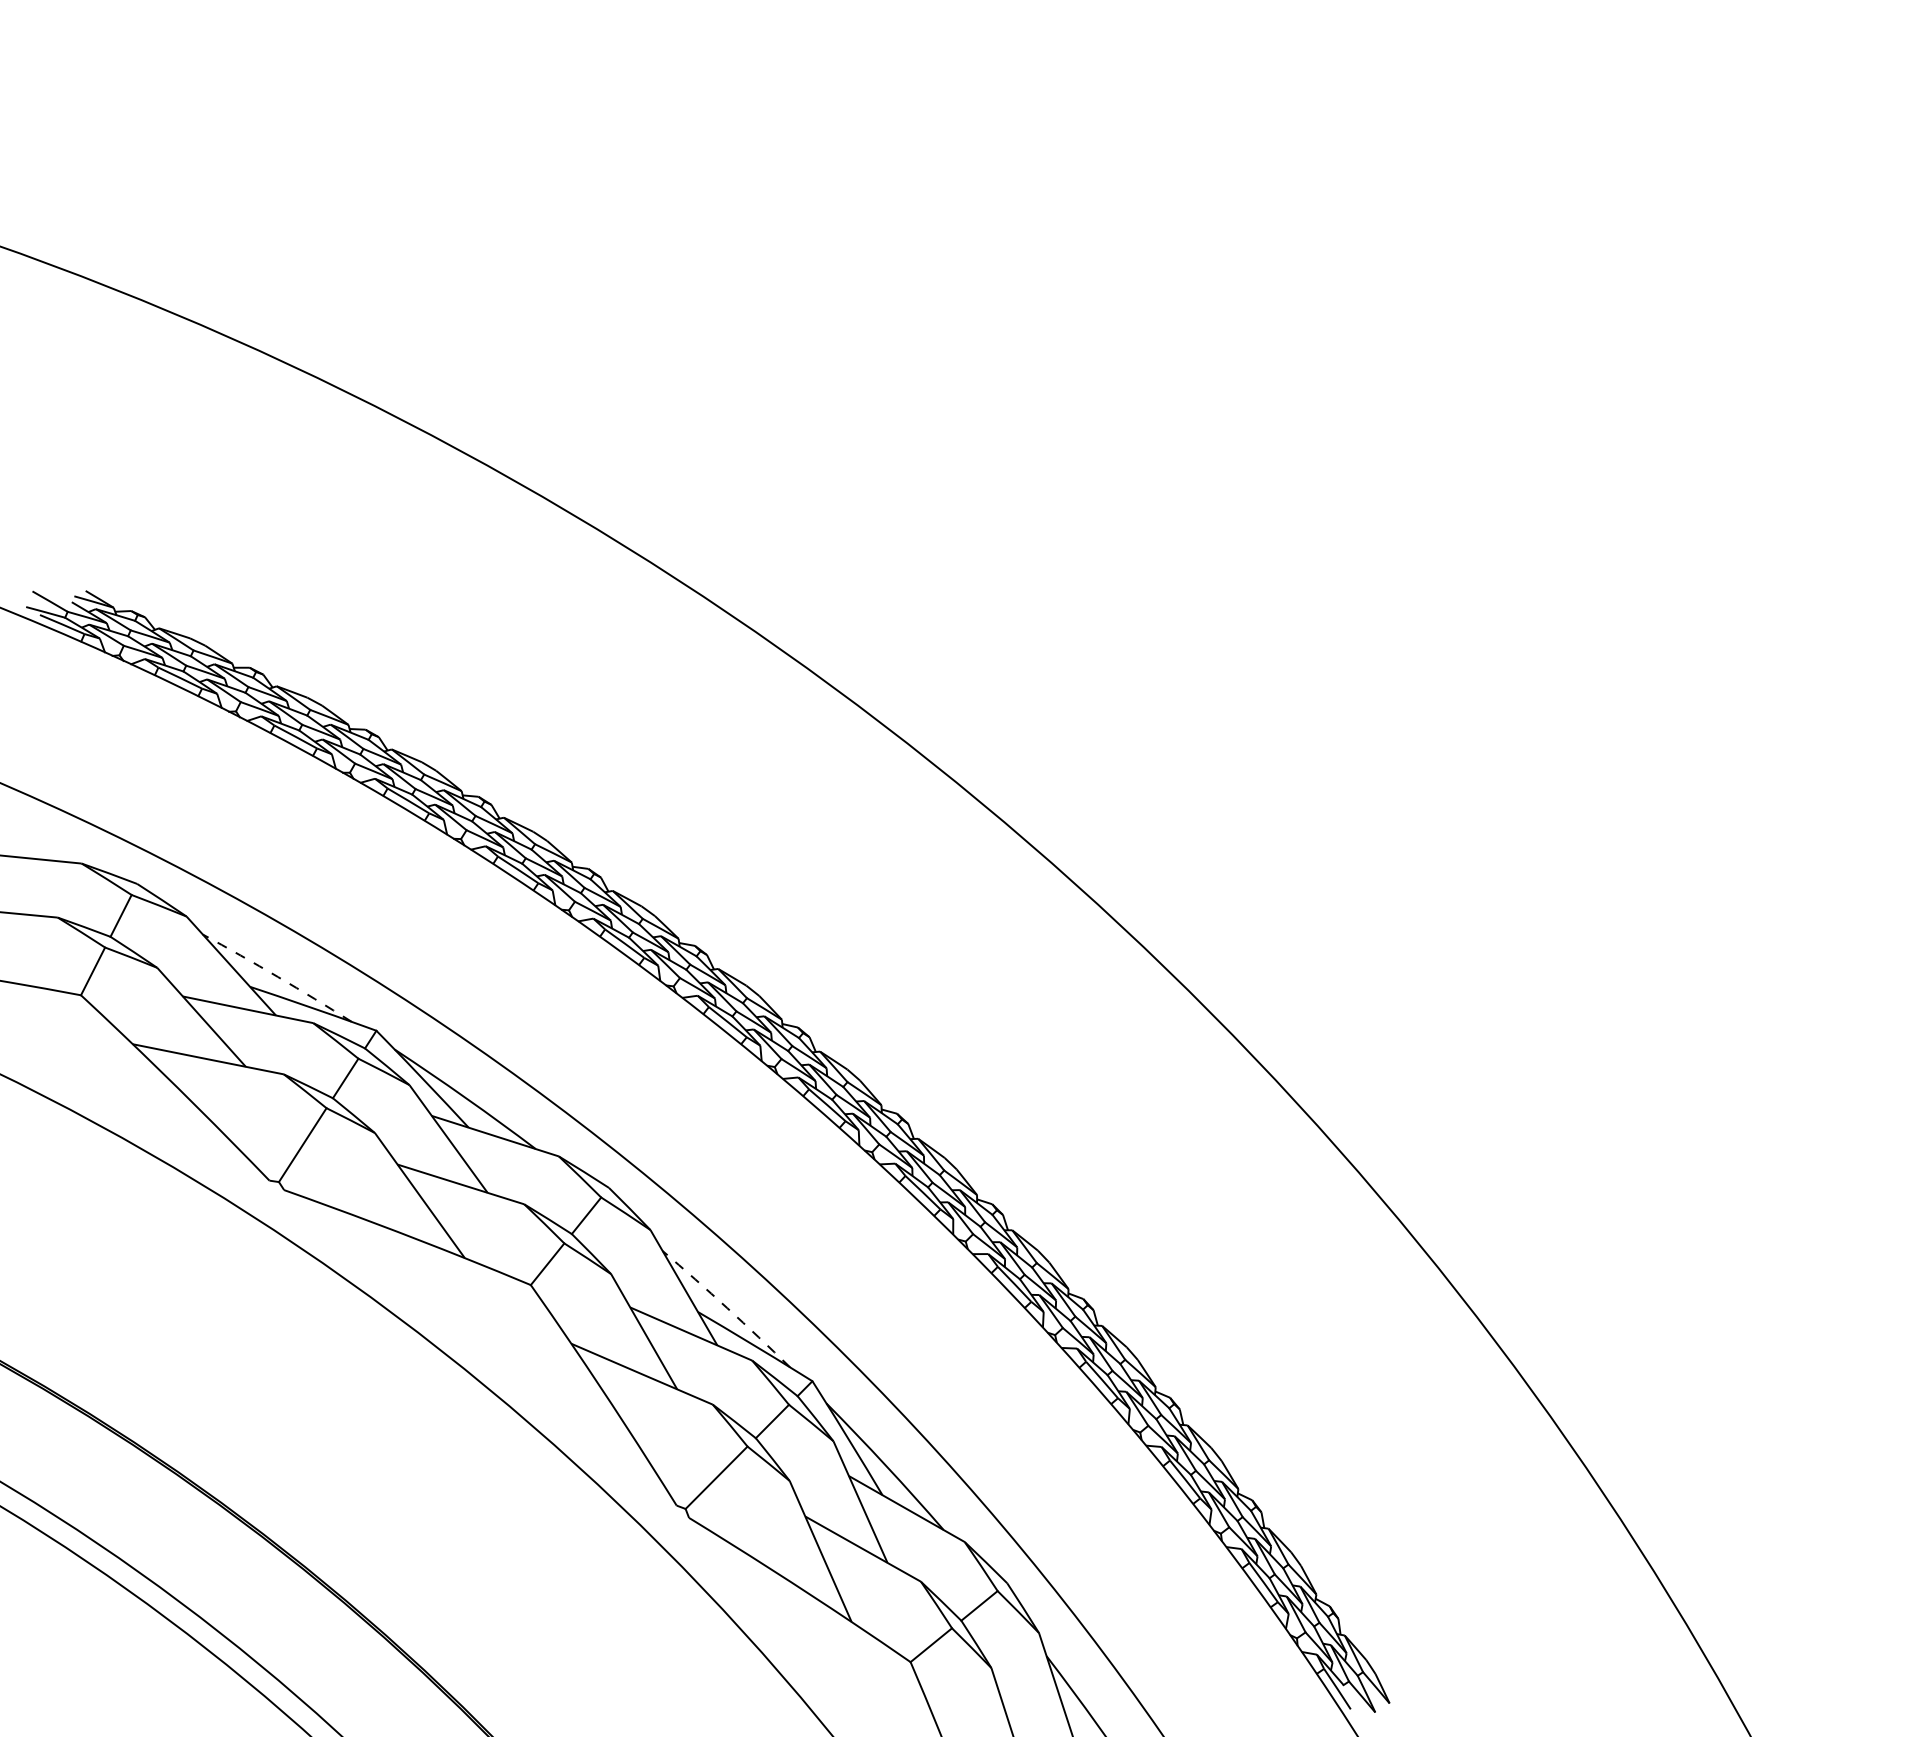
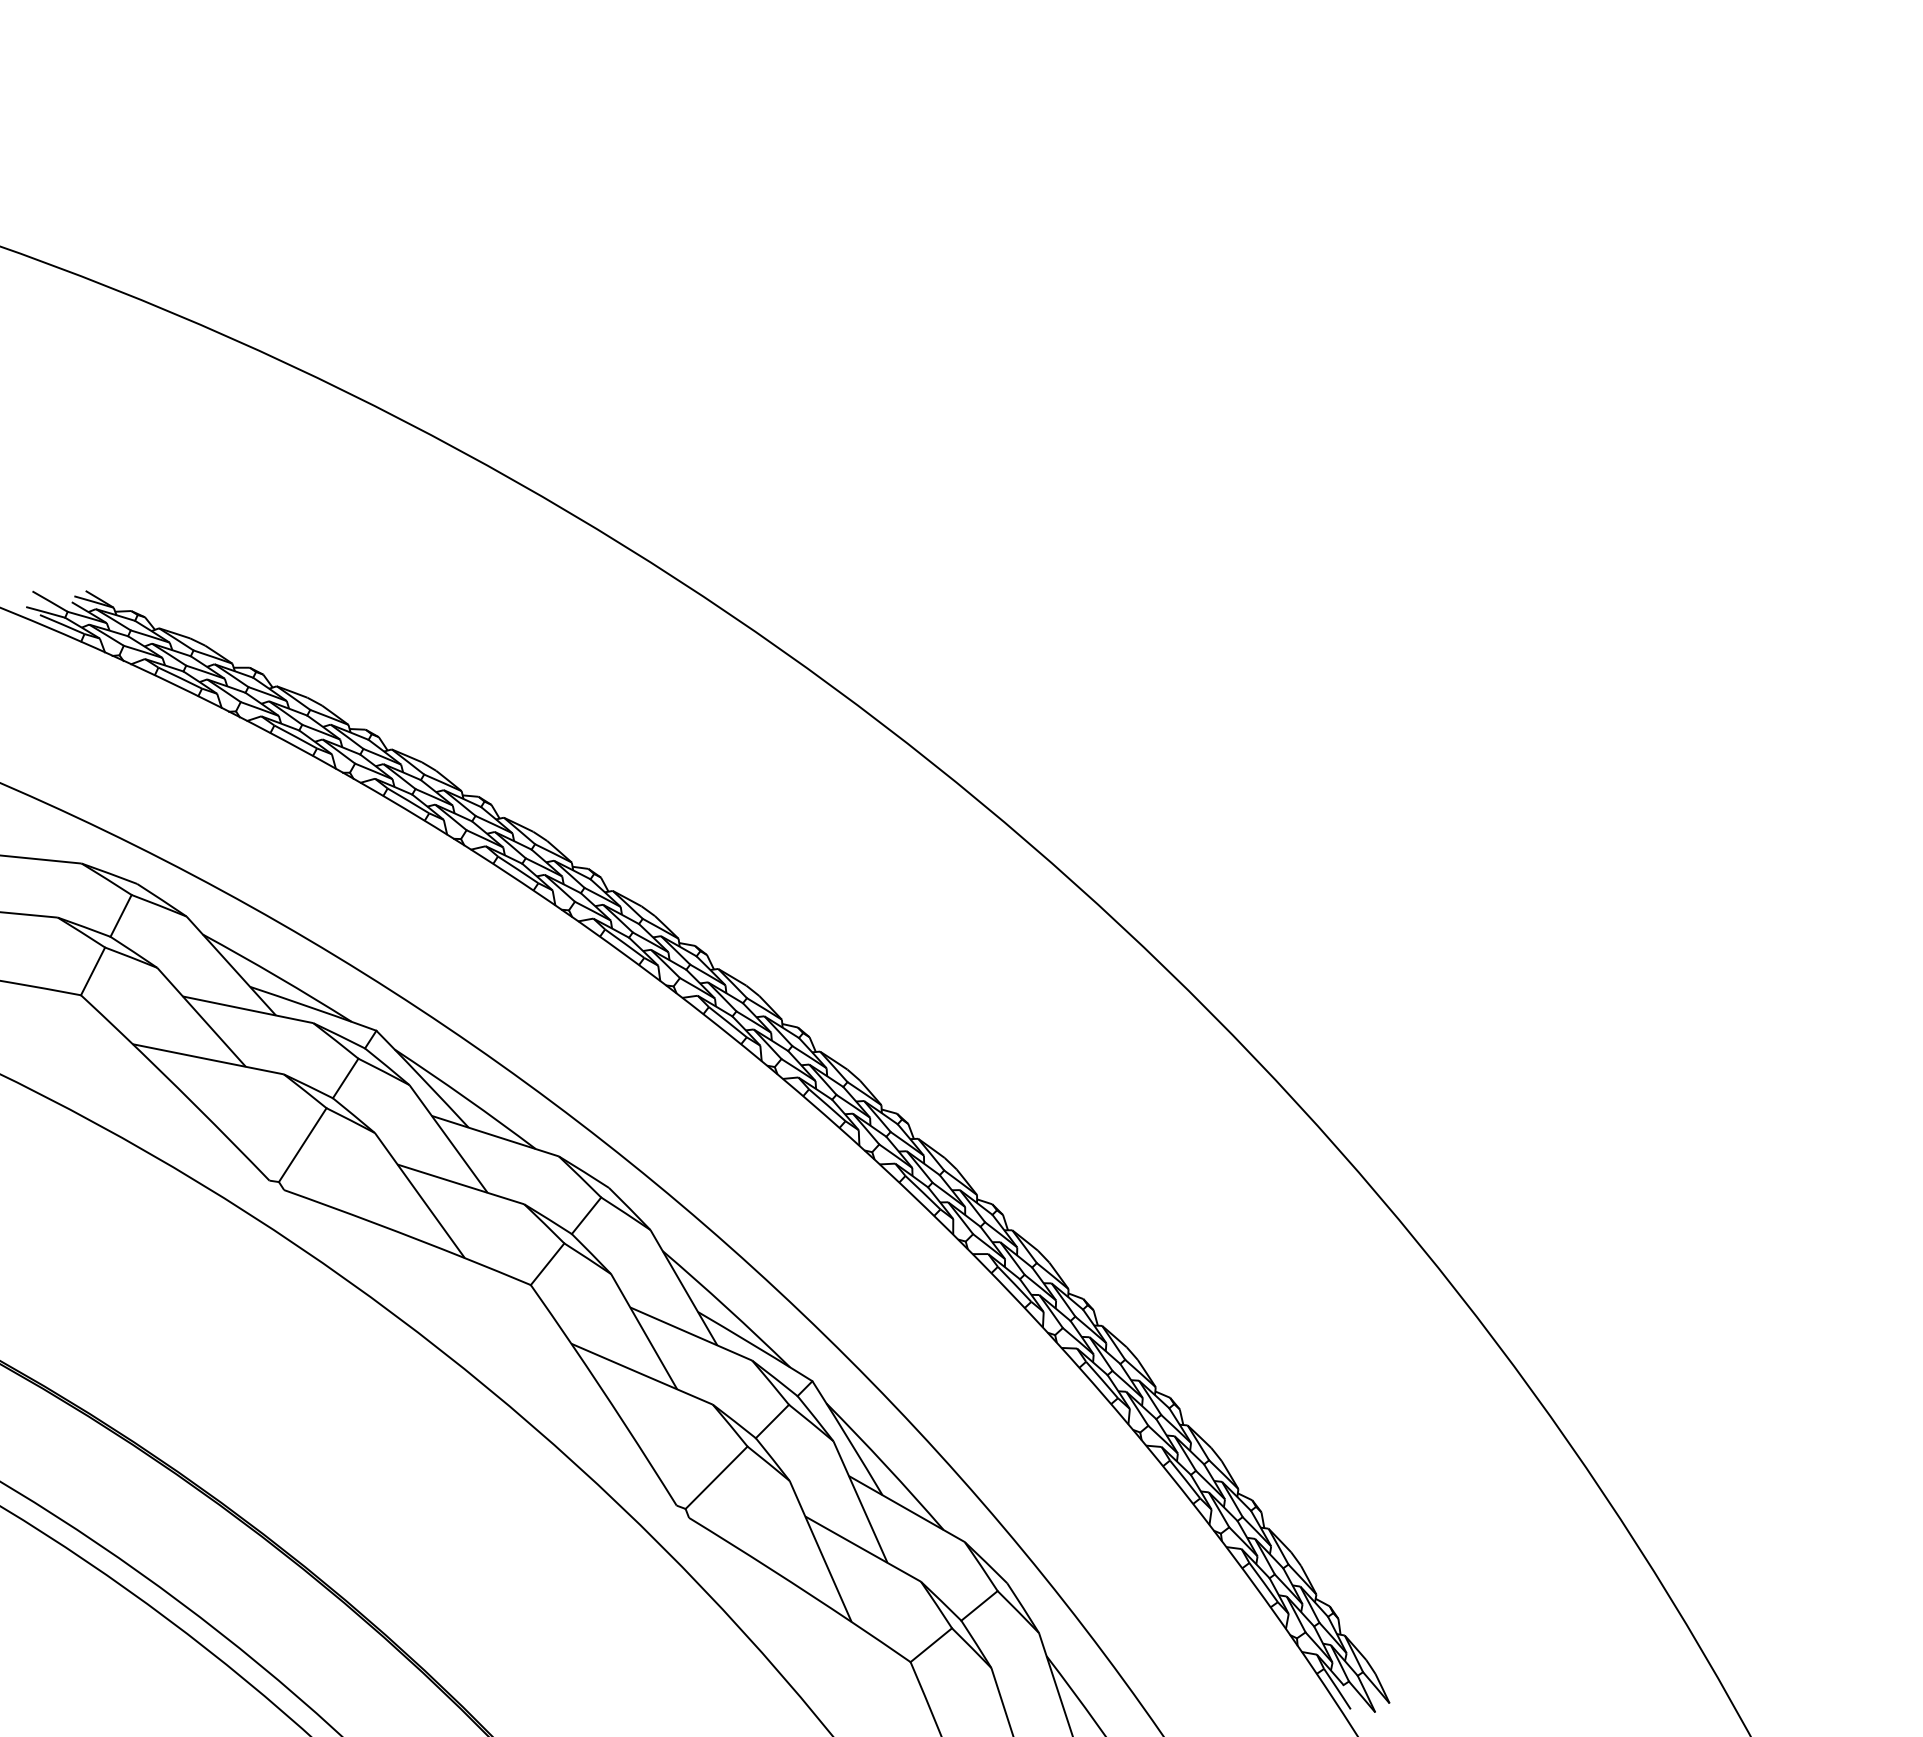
arc at (277, 977): dashed -> solid
arc at (727, 1308): dashed -> solid
